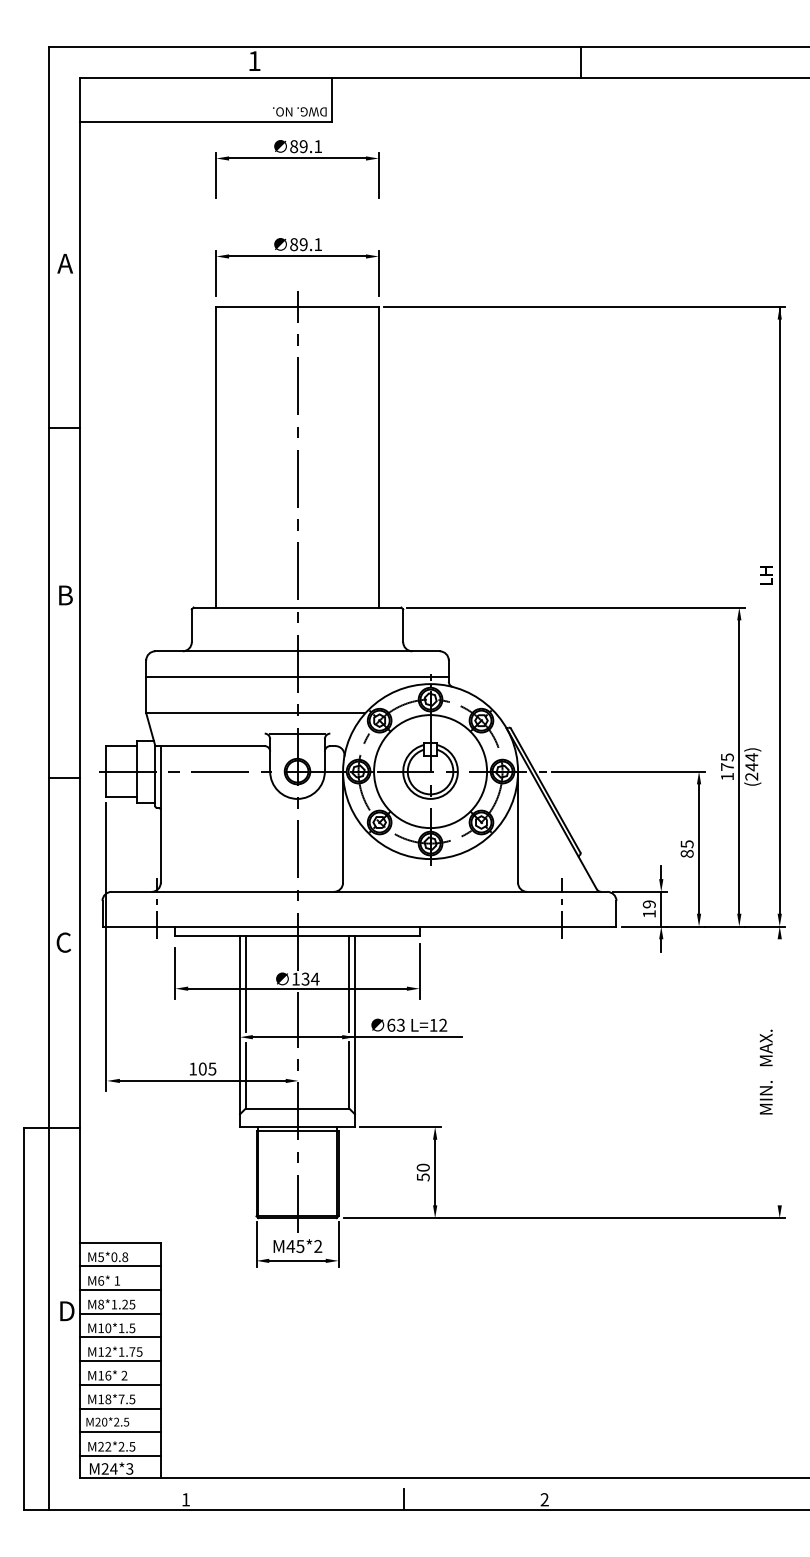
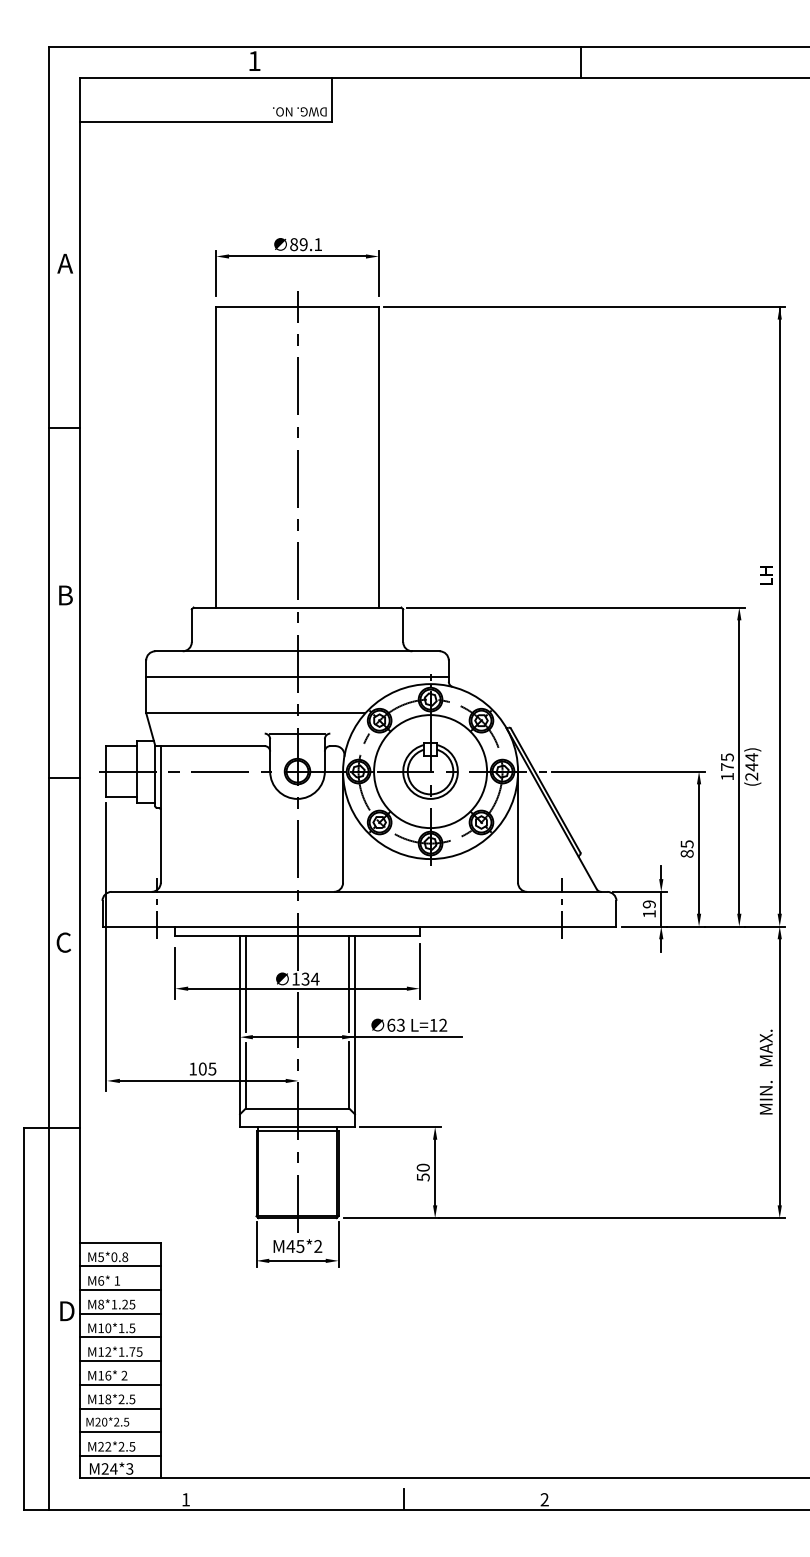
part at (297, 158): present -> none
line at (779, 1072): none -> present
text at (121, 1399): M18*7.5 -> M18*2.5
